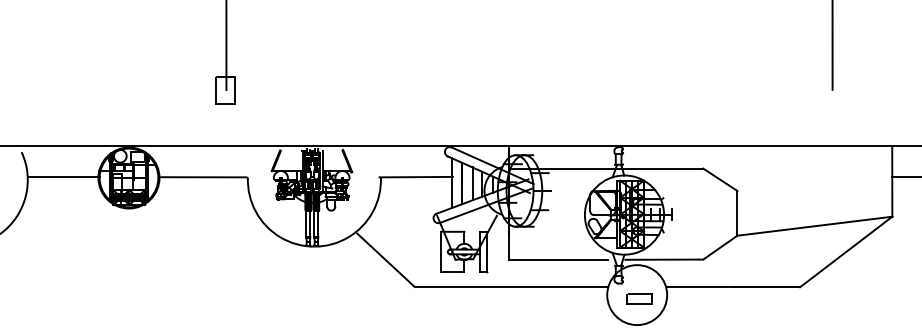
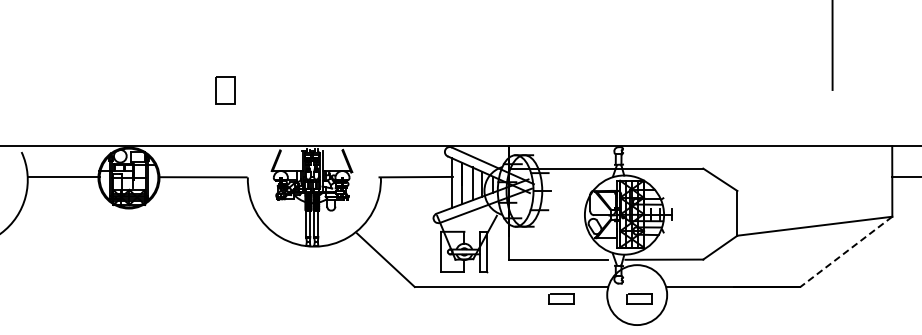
line at (226, 45): present -> none
line at (845, 252): solid -> dashed
part at (561, 298): none -> present
